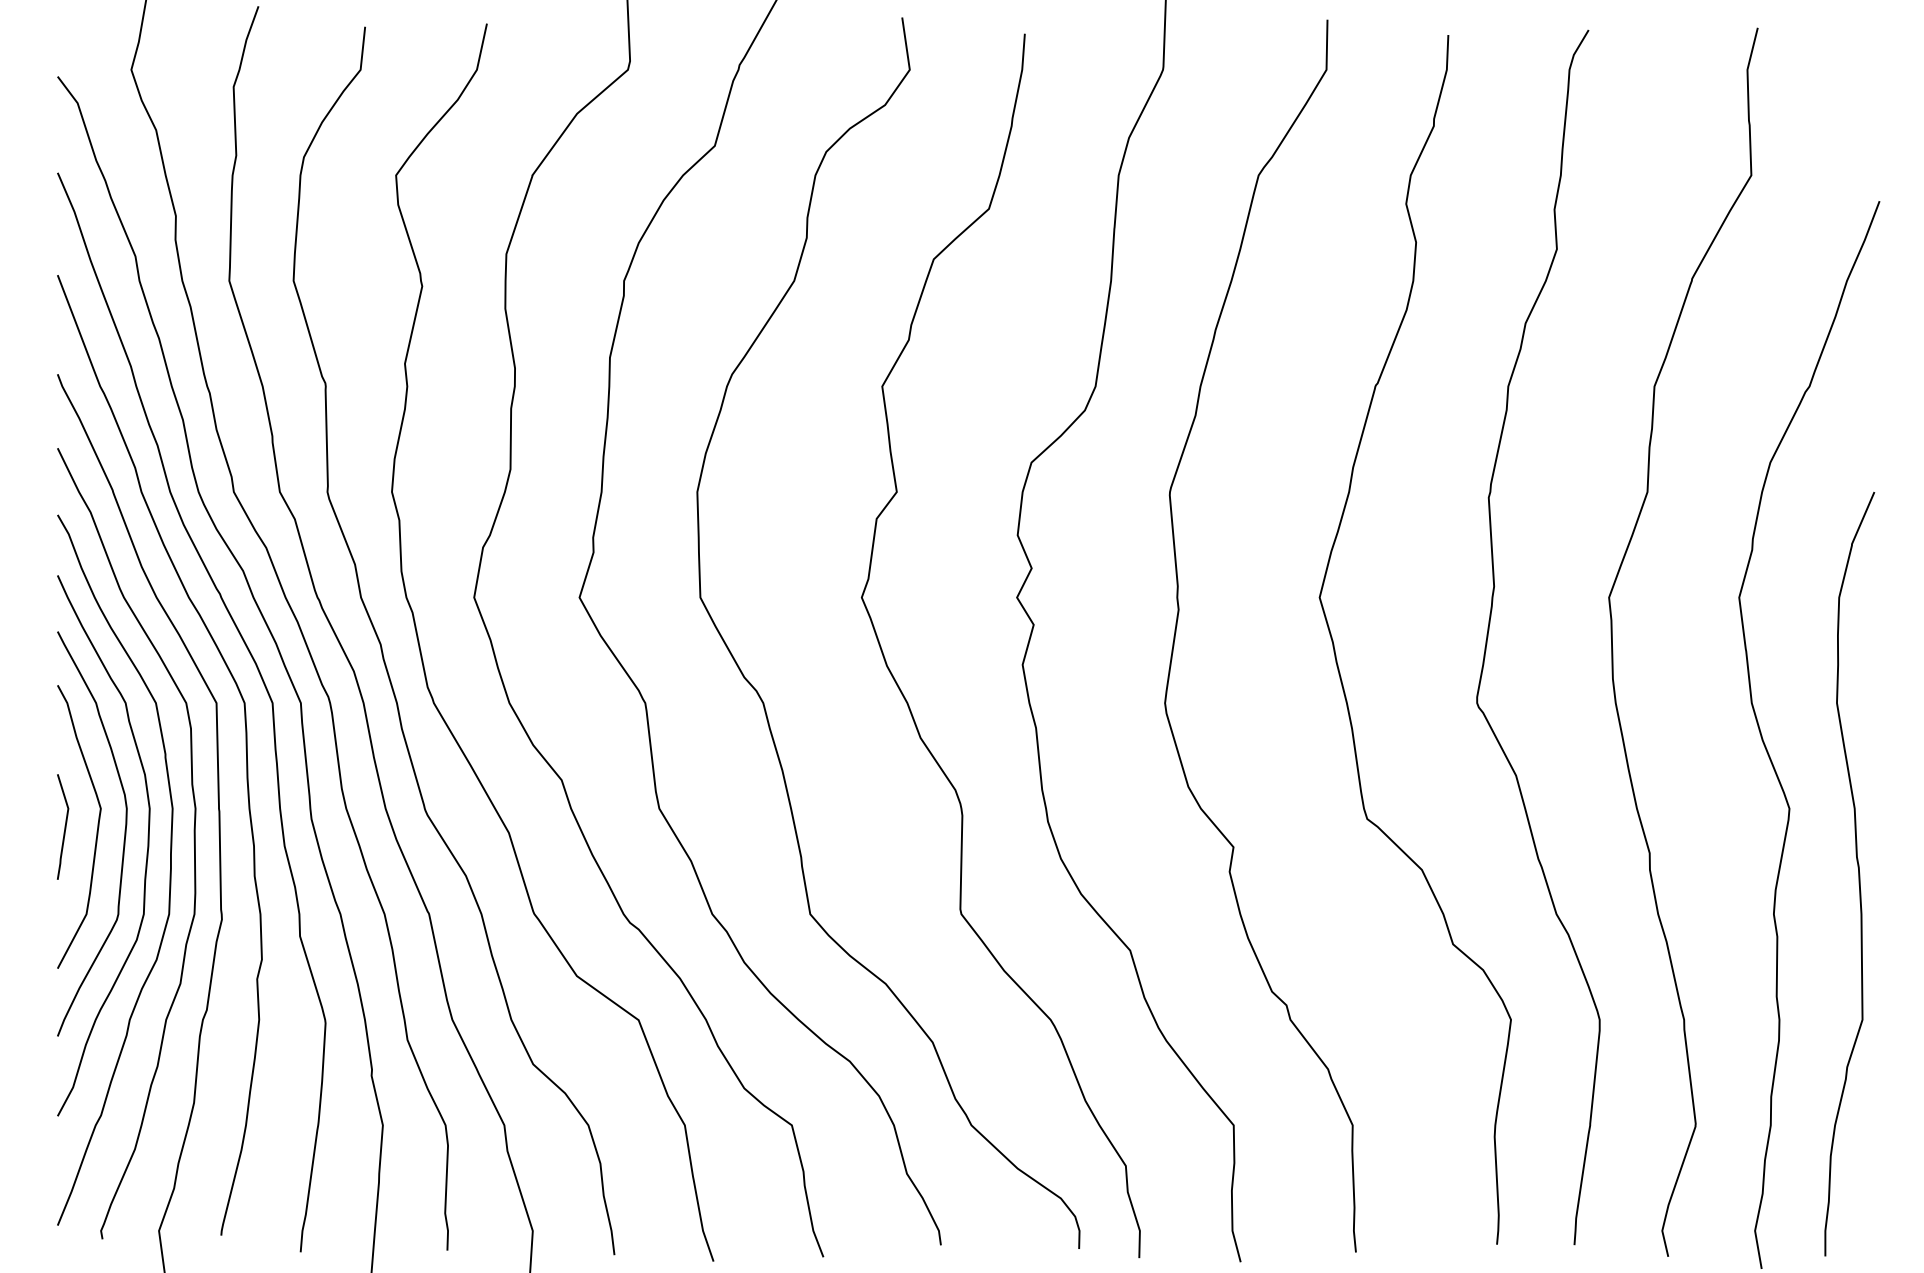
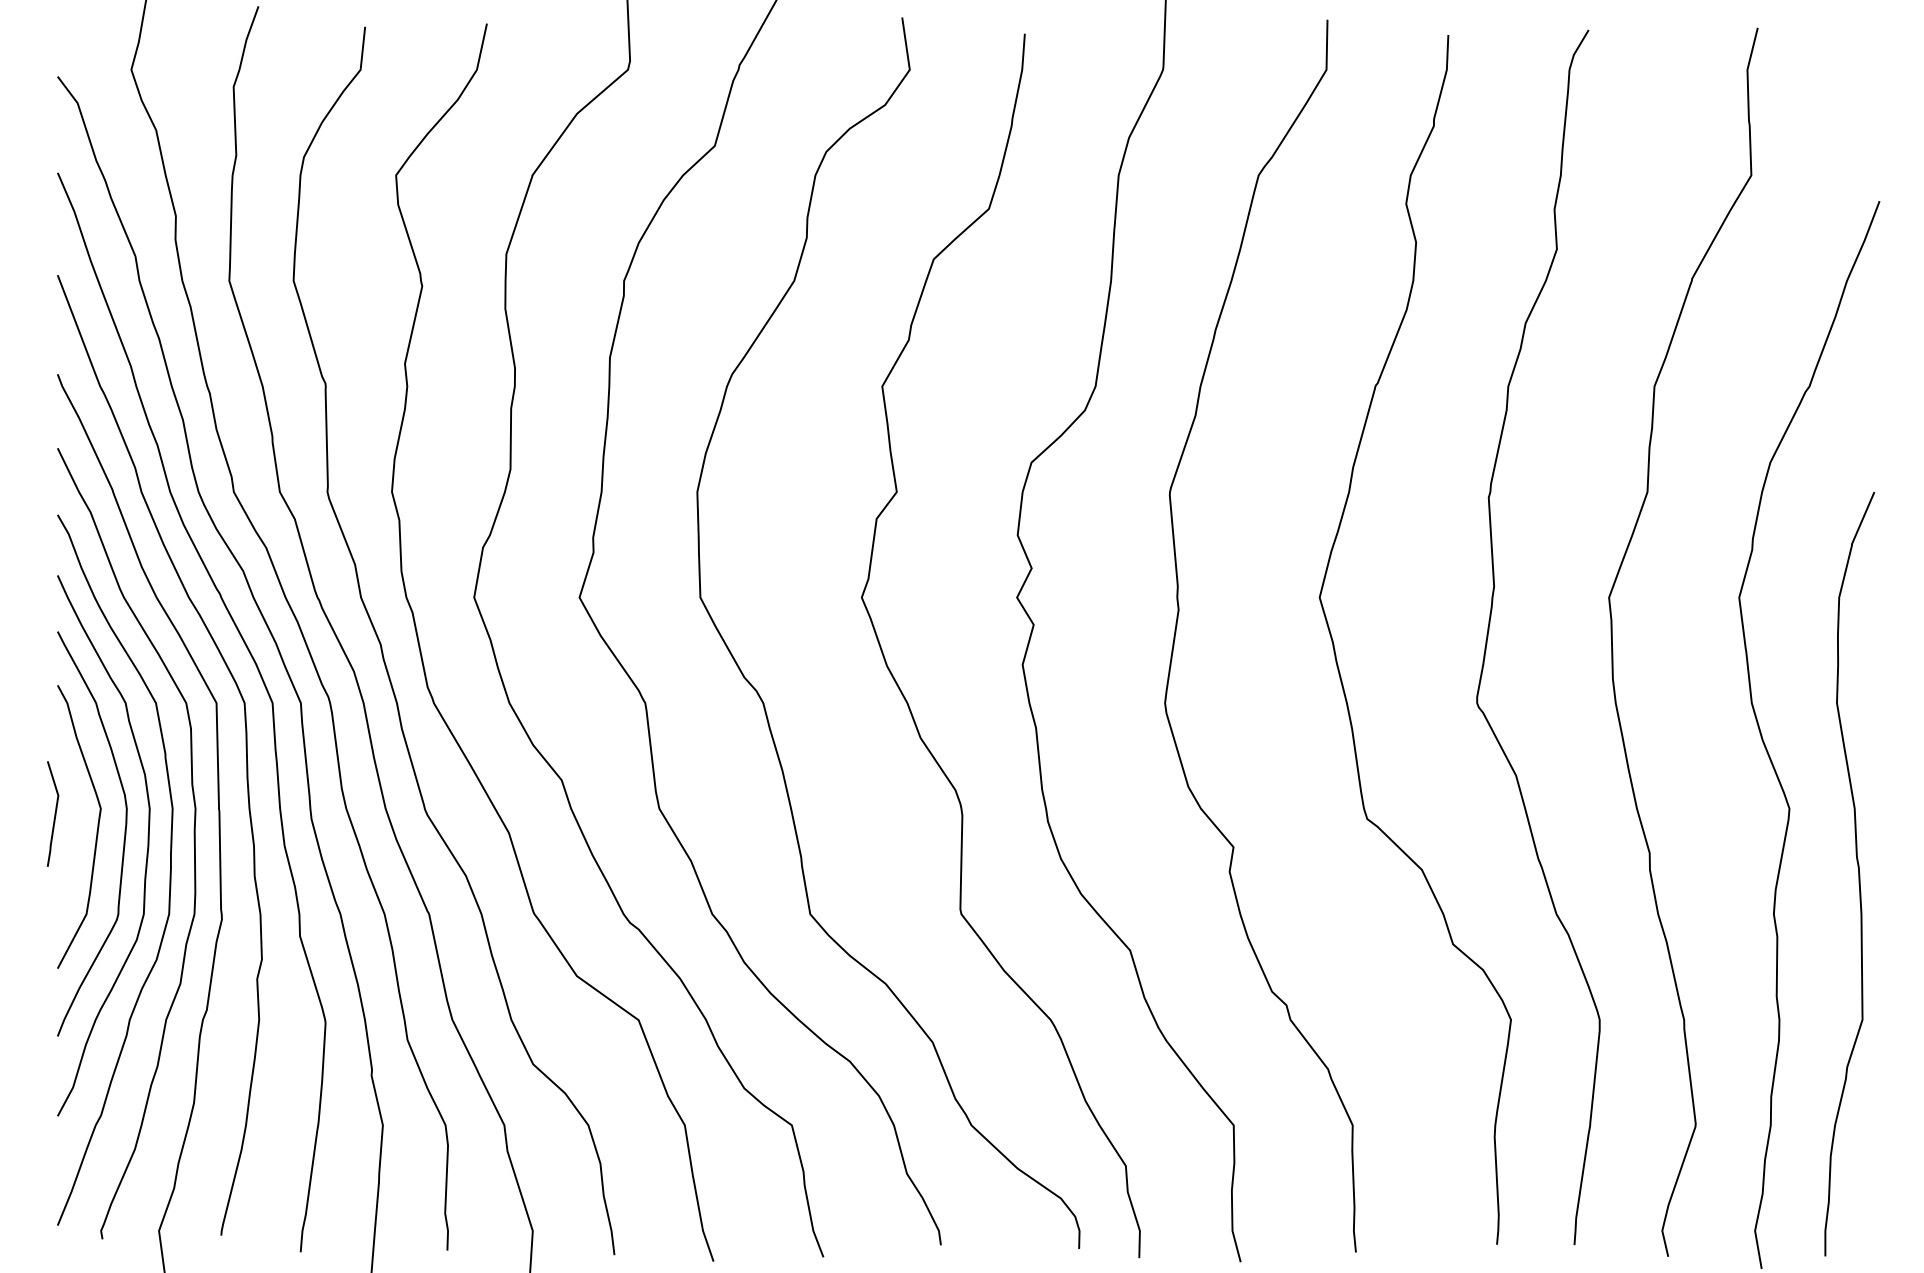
line at (64, 826) position: (64, 826) -> (54, 813)
